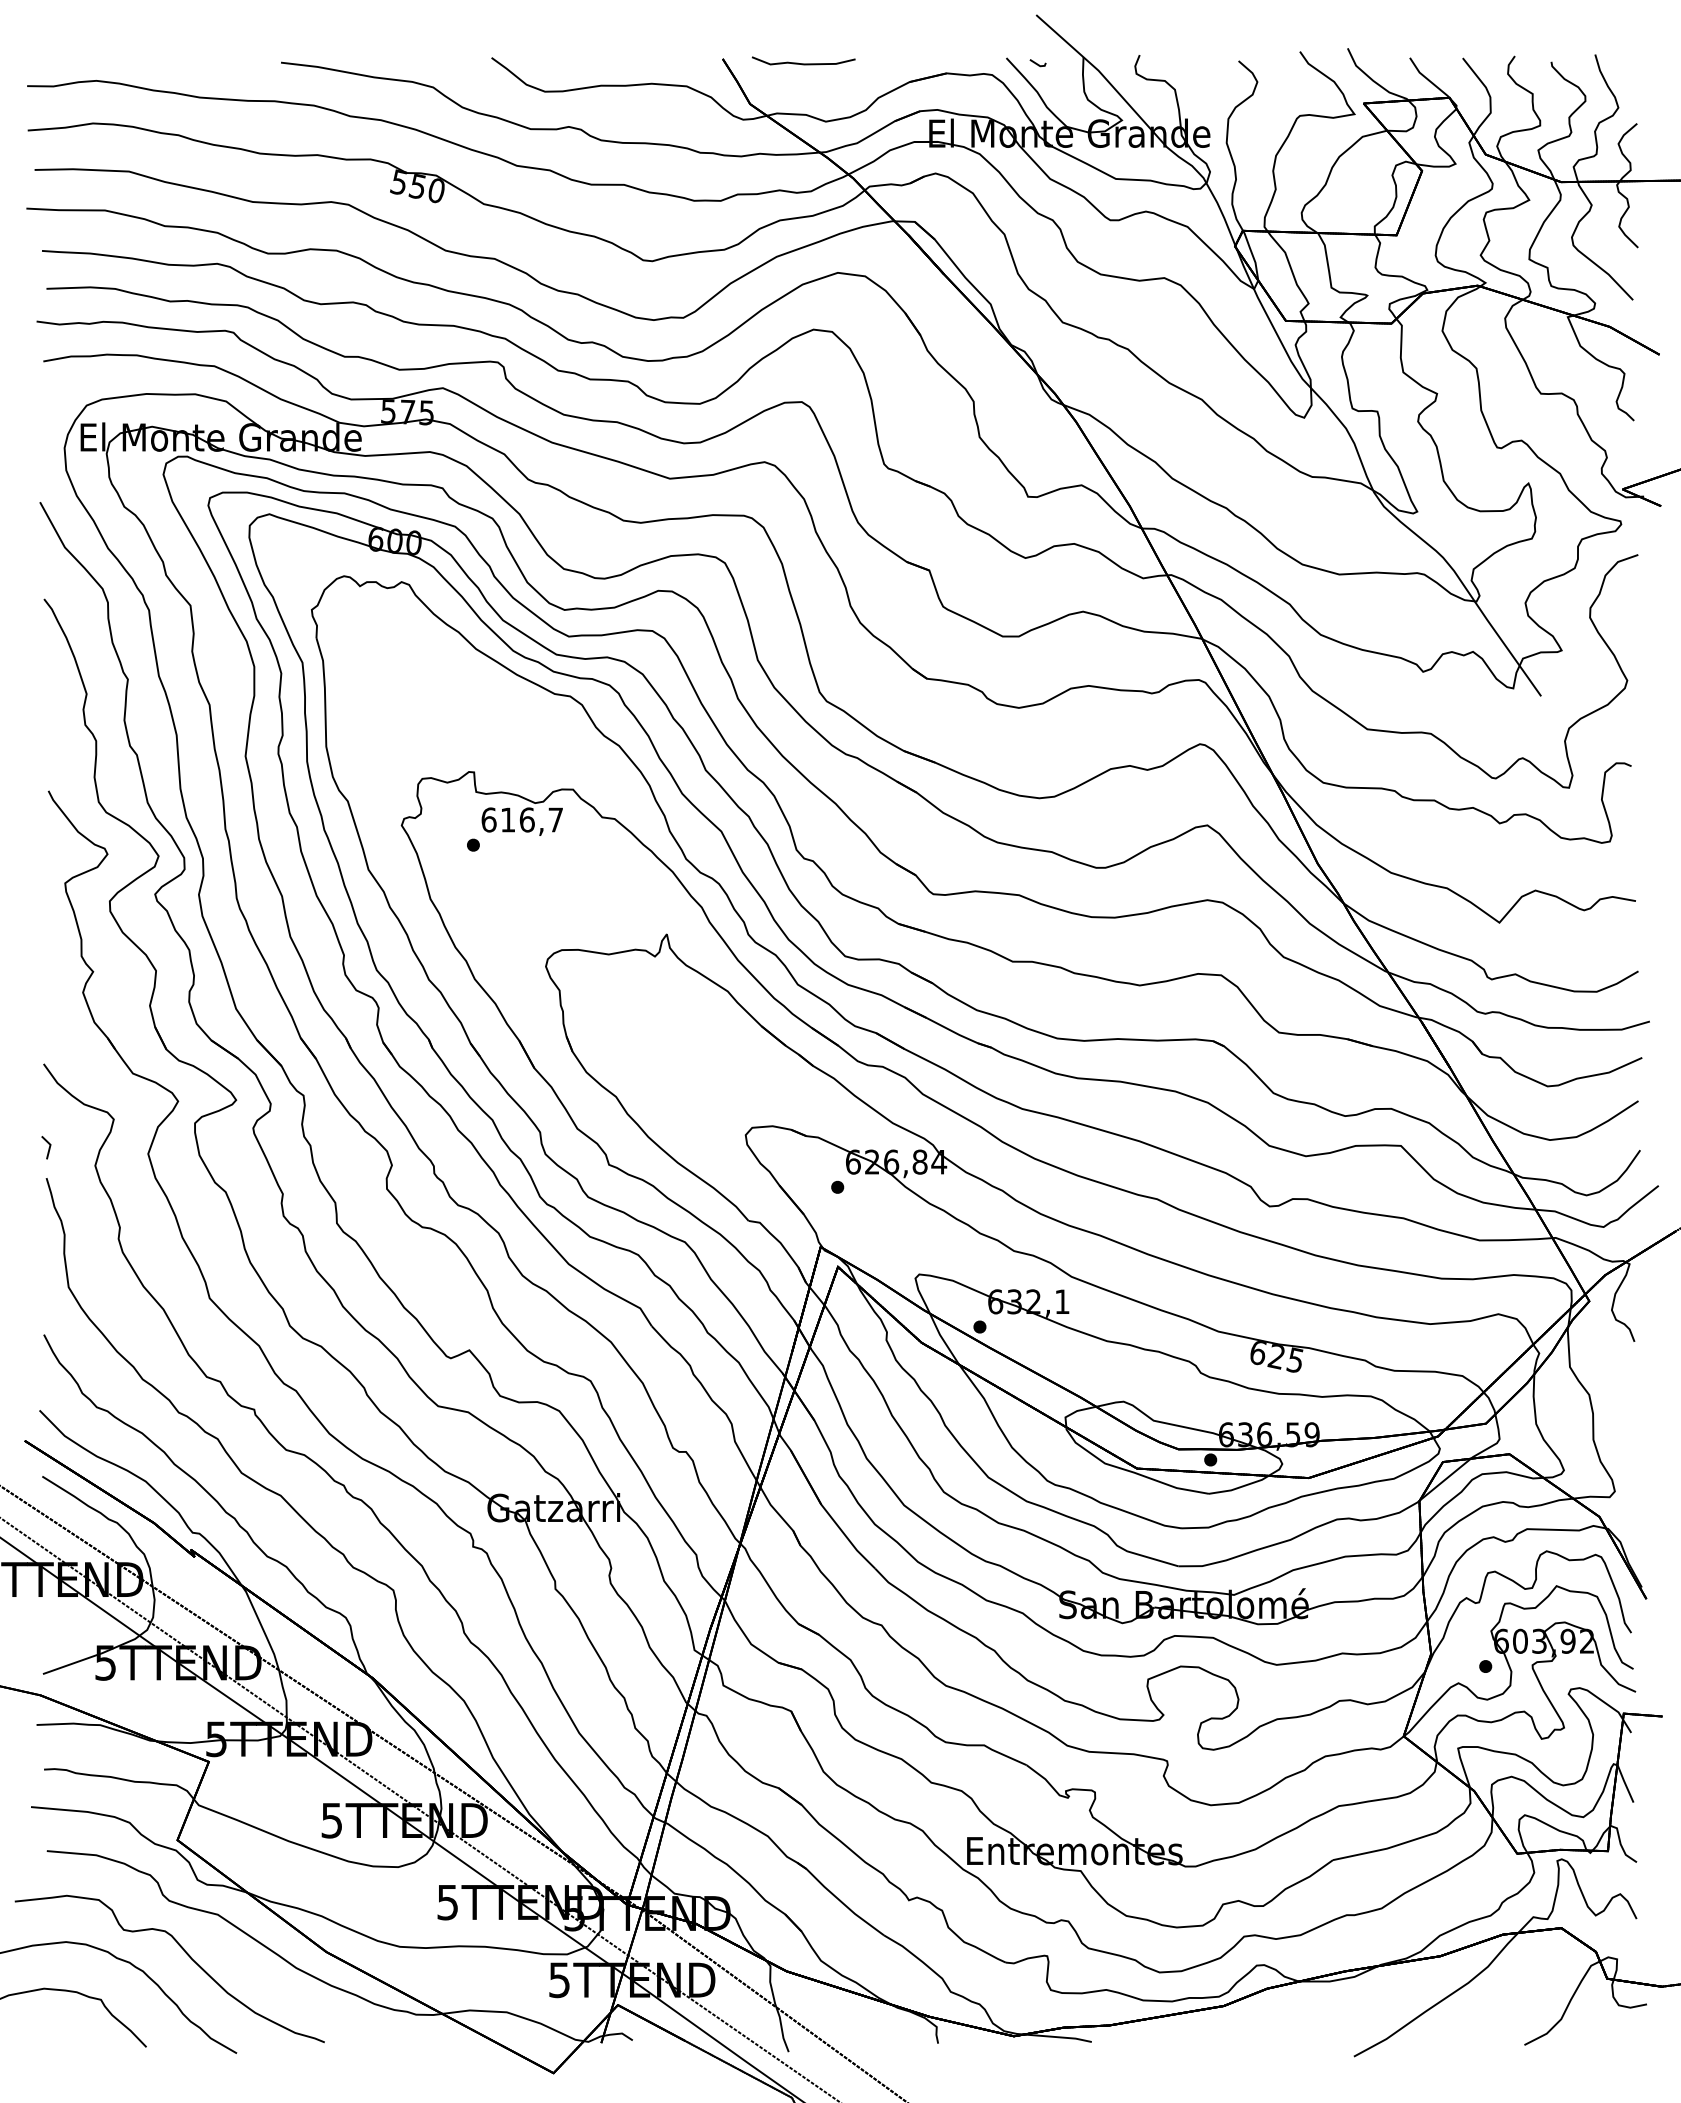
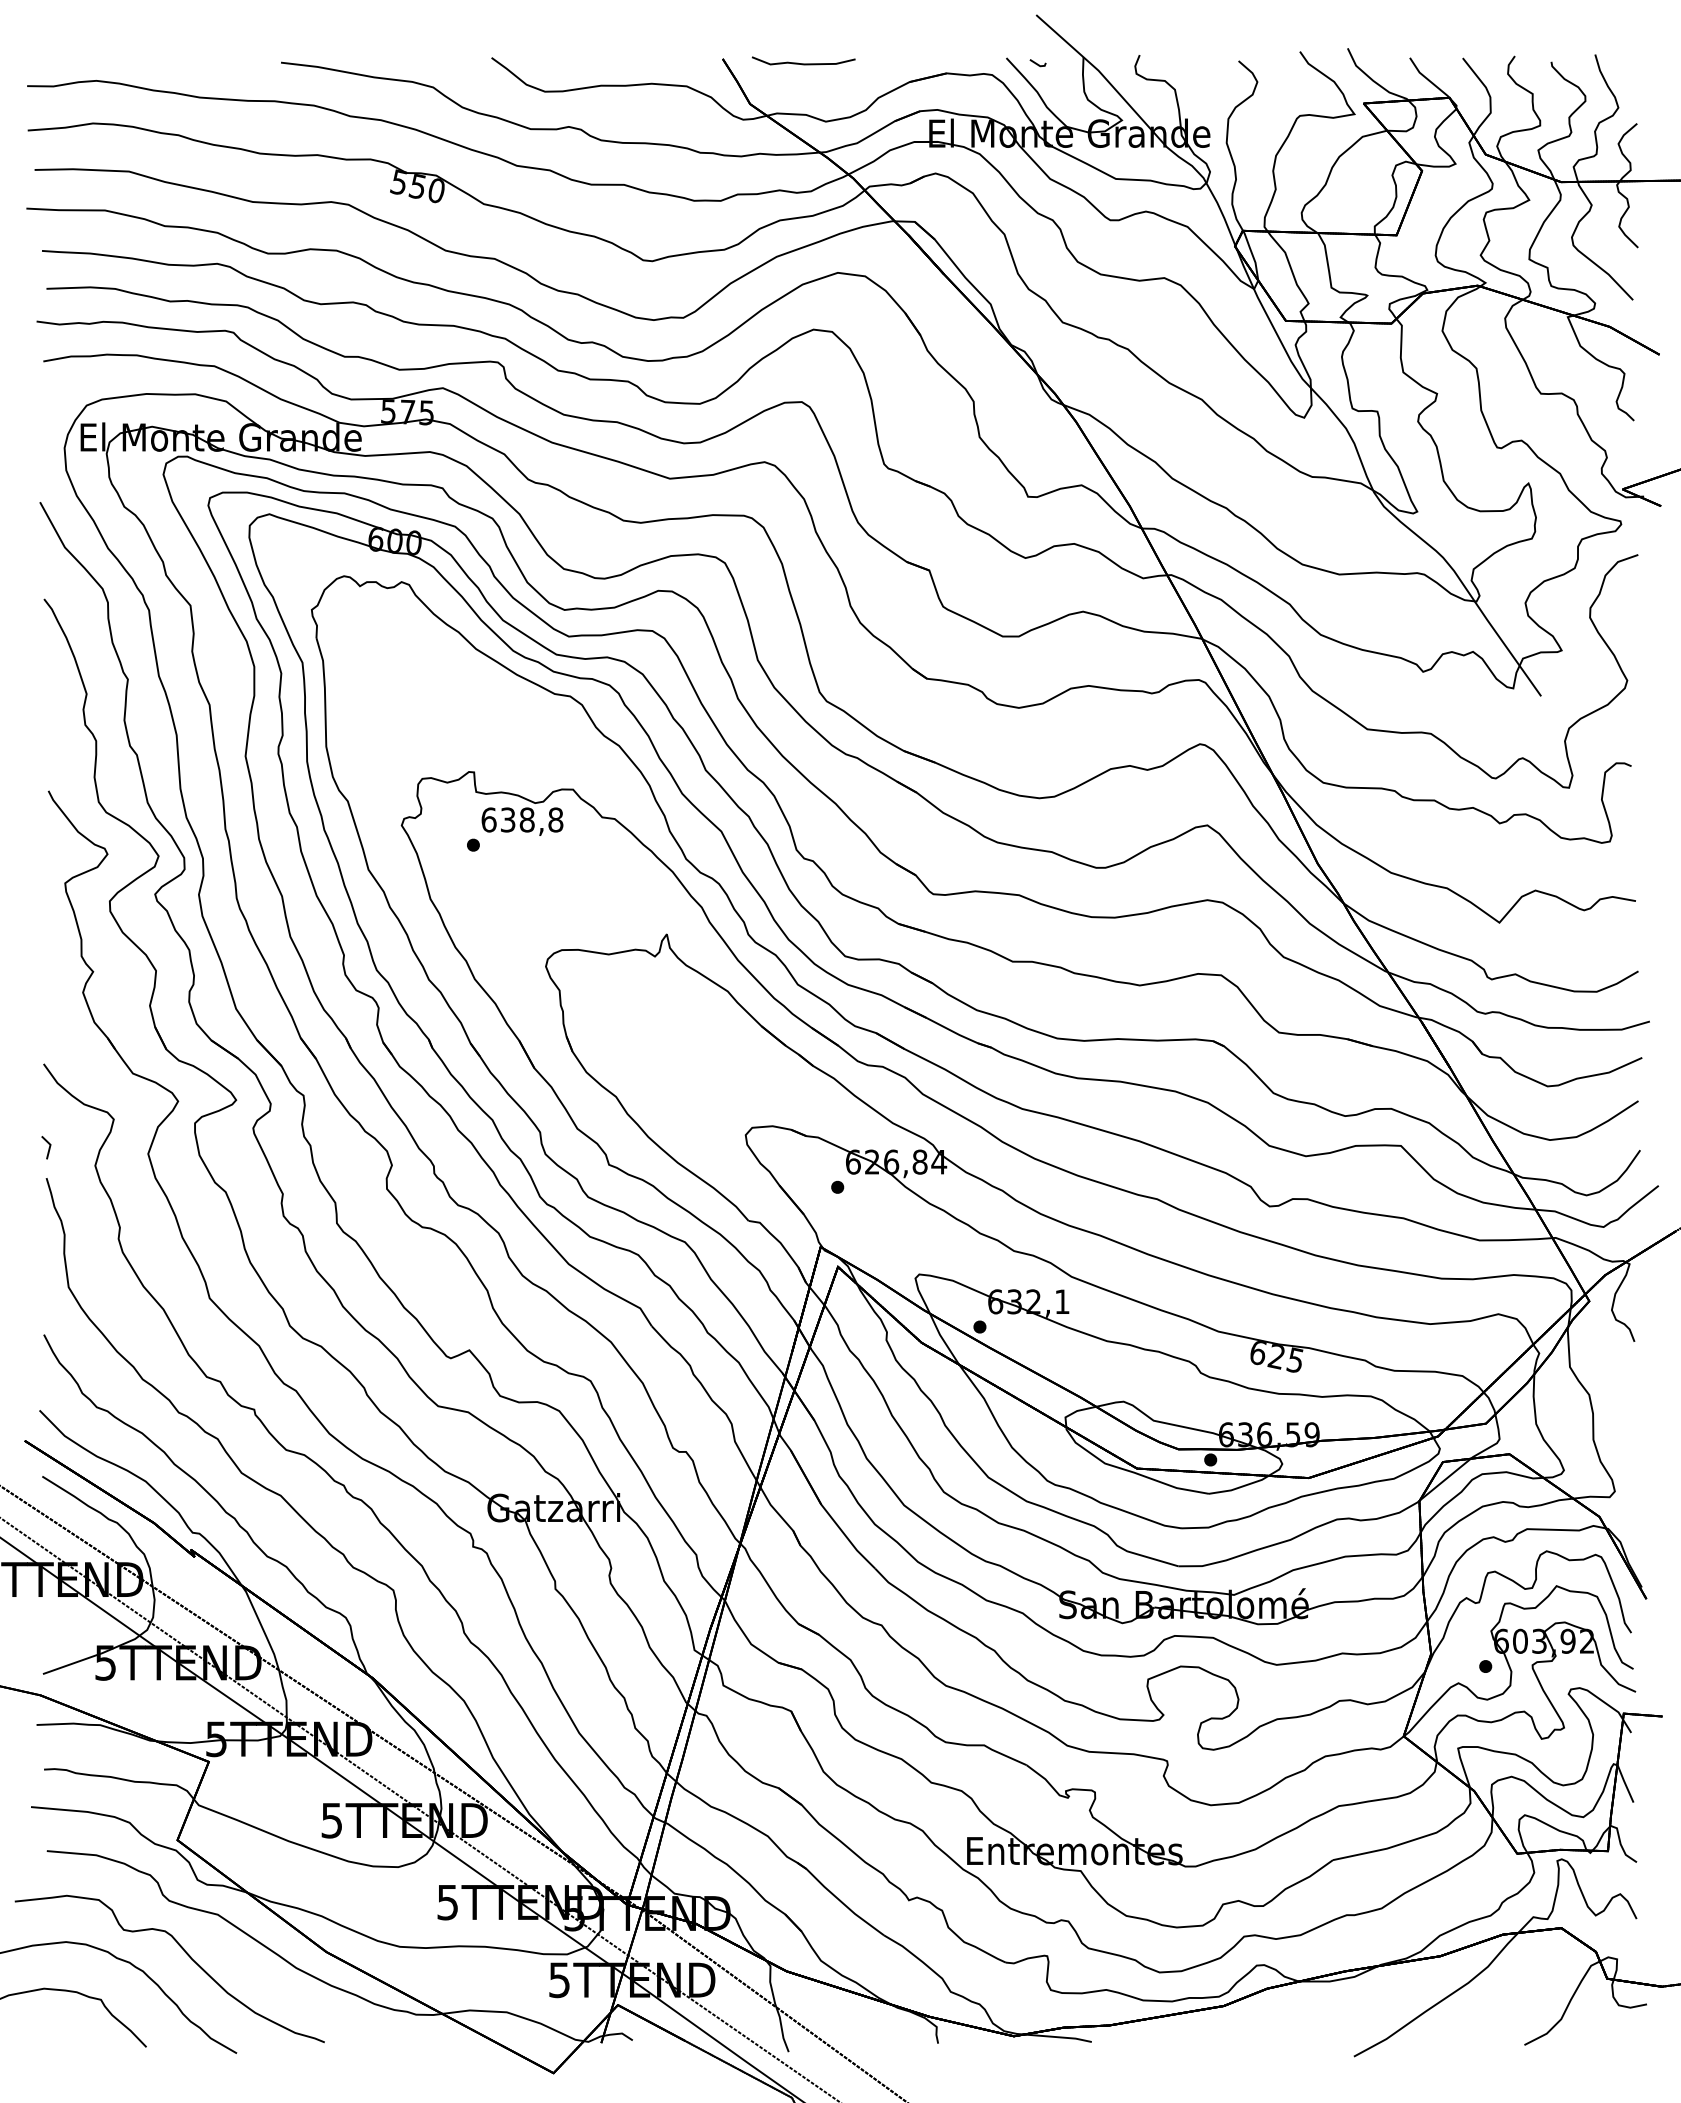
text at (532, 819): 616,7 -> 638,8
